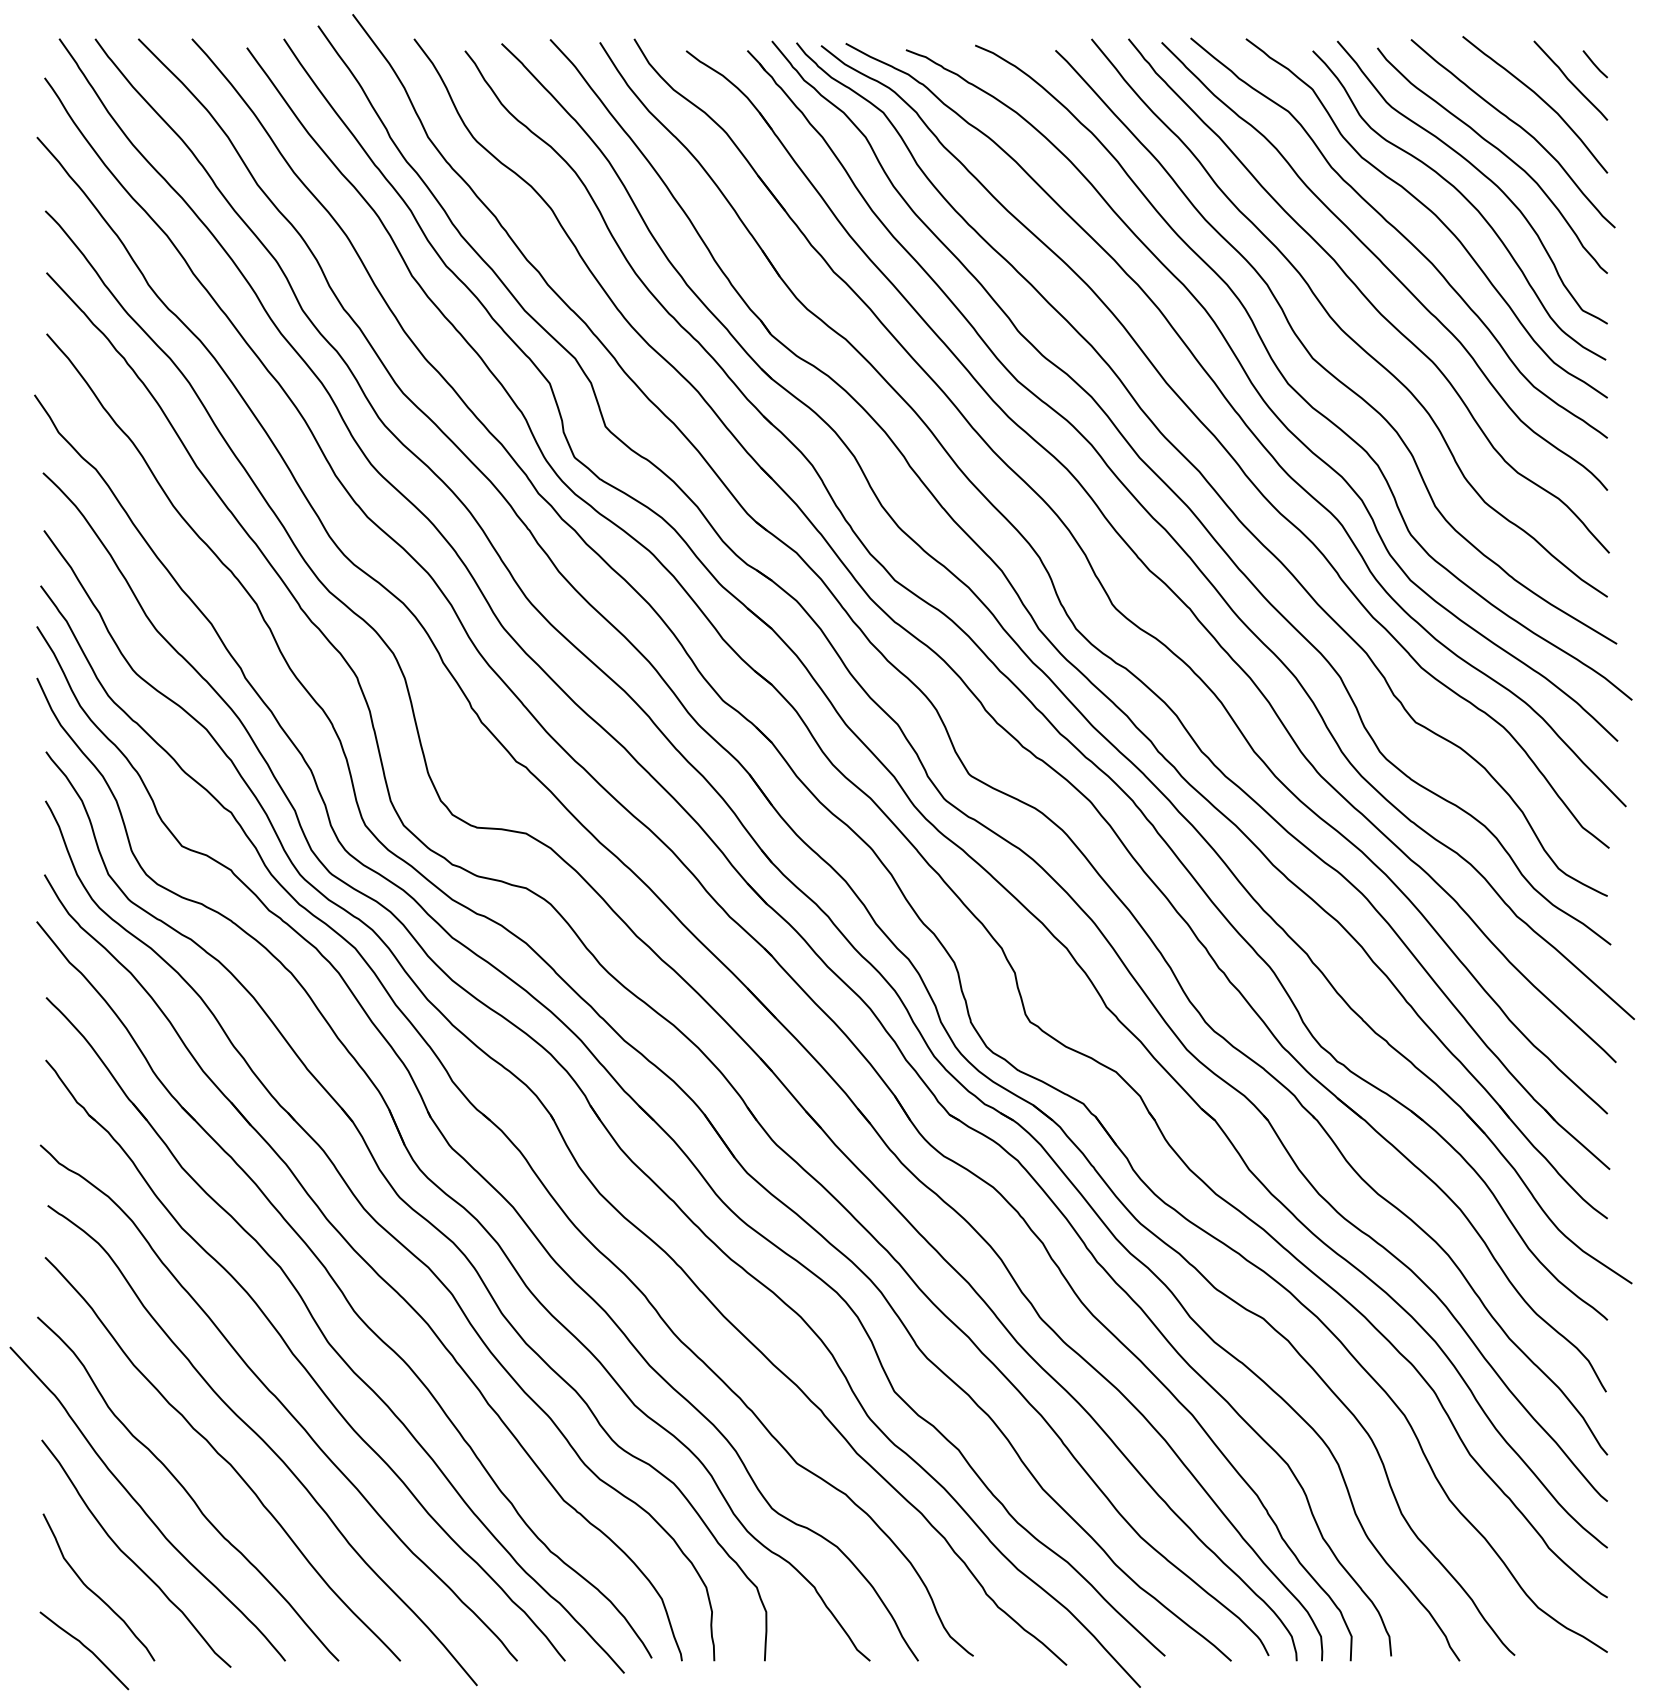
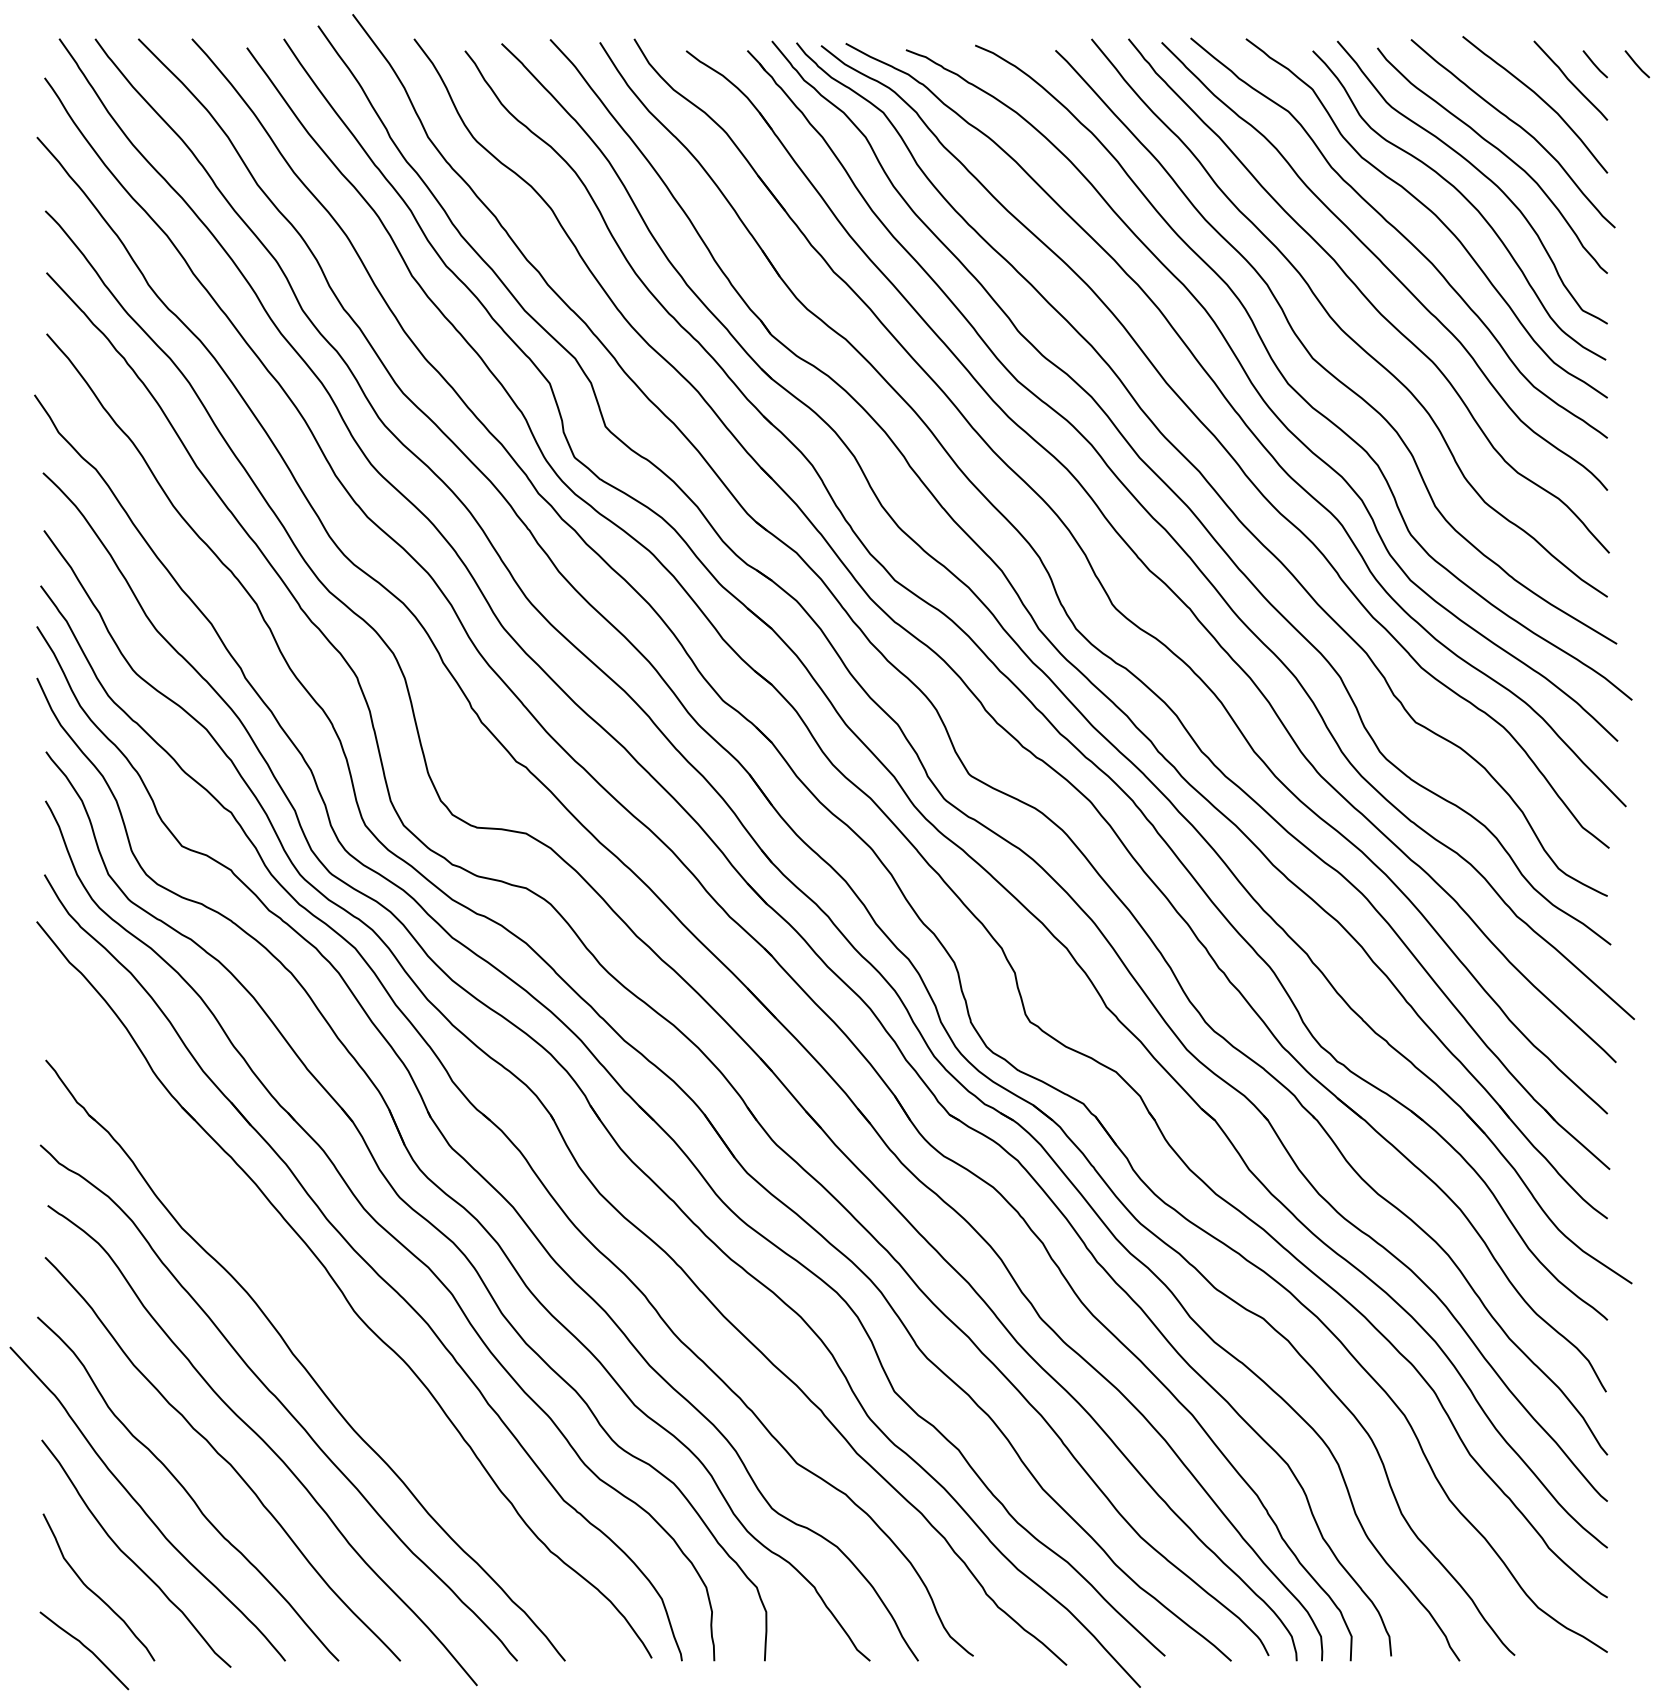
line at (1637, 64): none -> present
part at (328, 1340): present -> none
